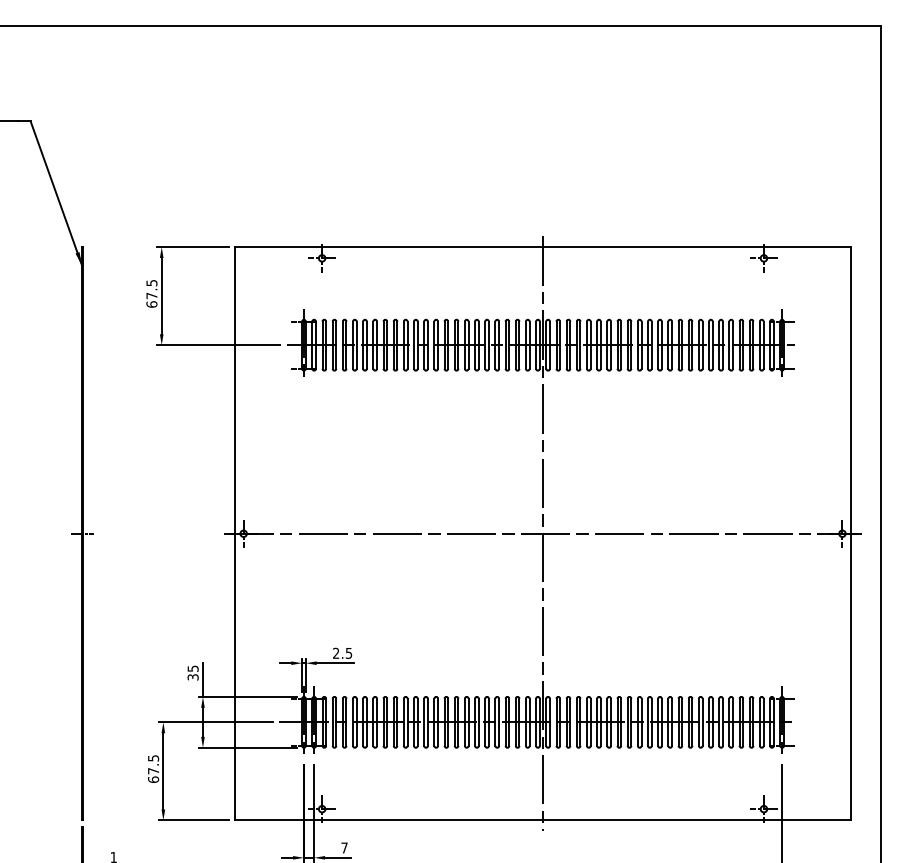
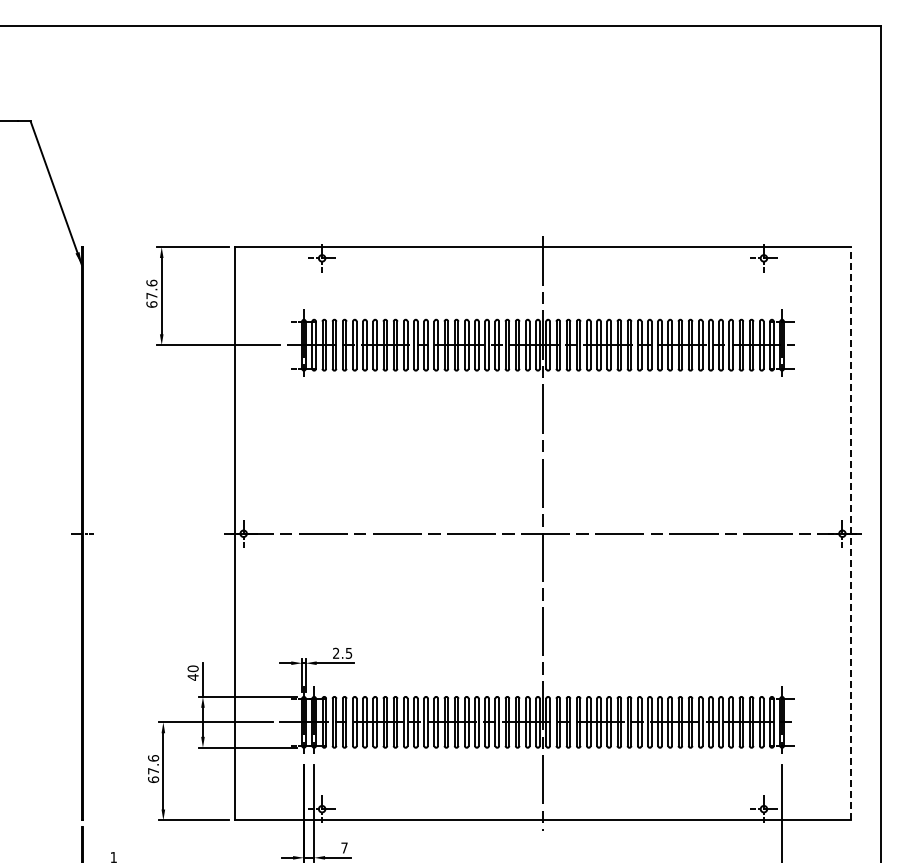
text at (151, 282): 67.5 -> 67.6
line at (850, 533): solid -> dashed
text at (192, 672): 35 -> 40
text at (153, 758): 67.5 -> 67.6
